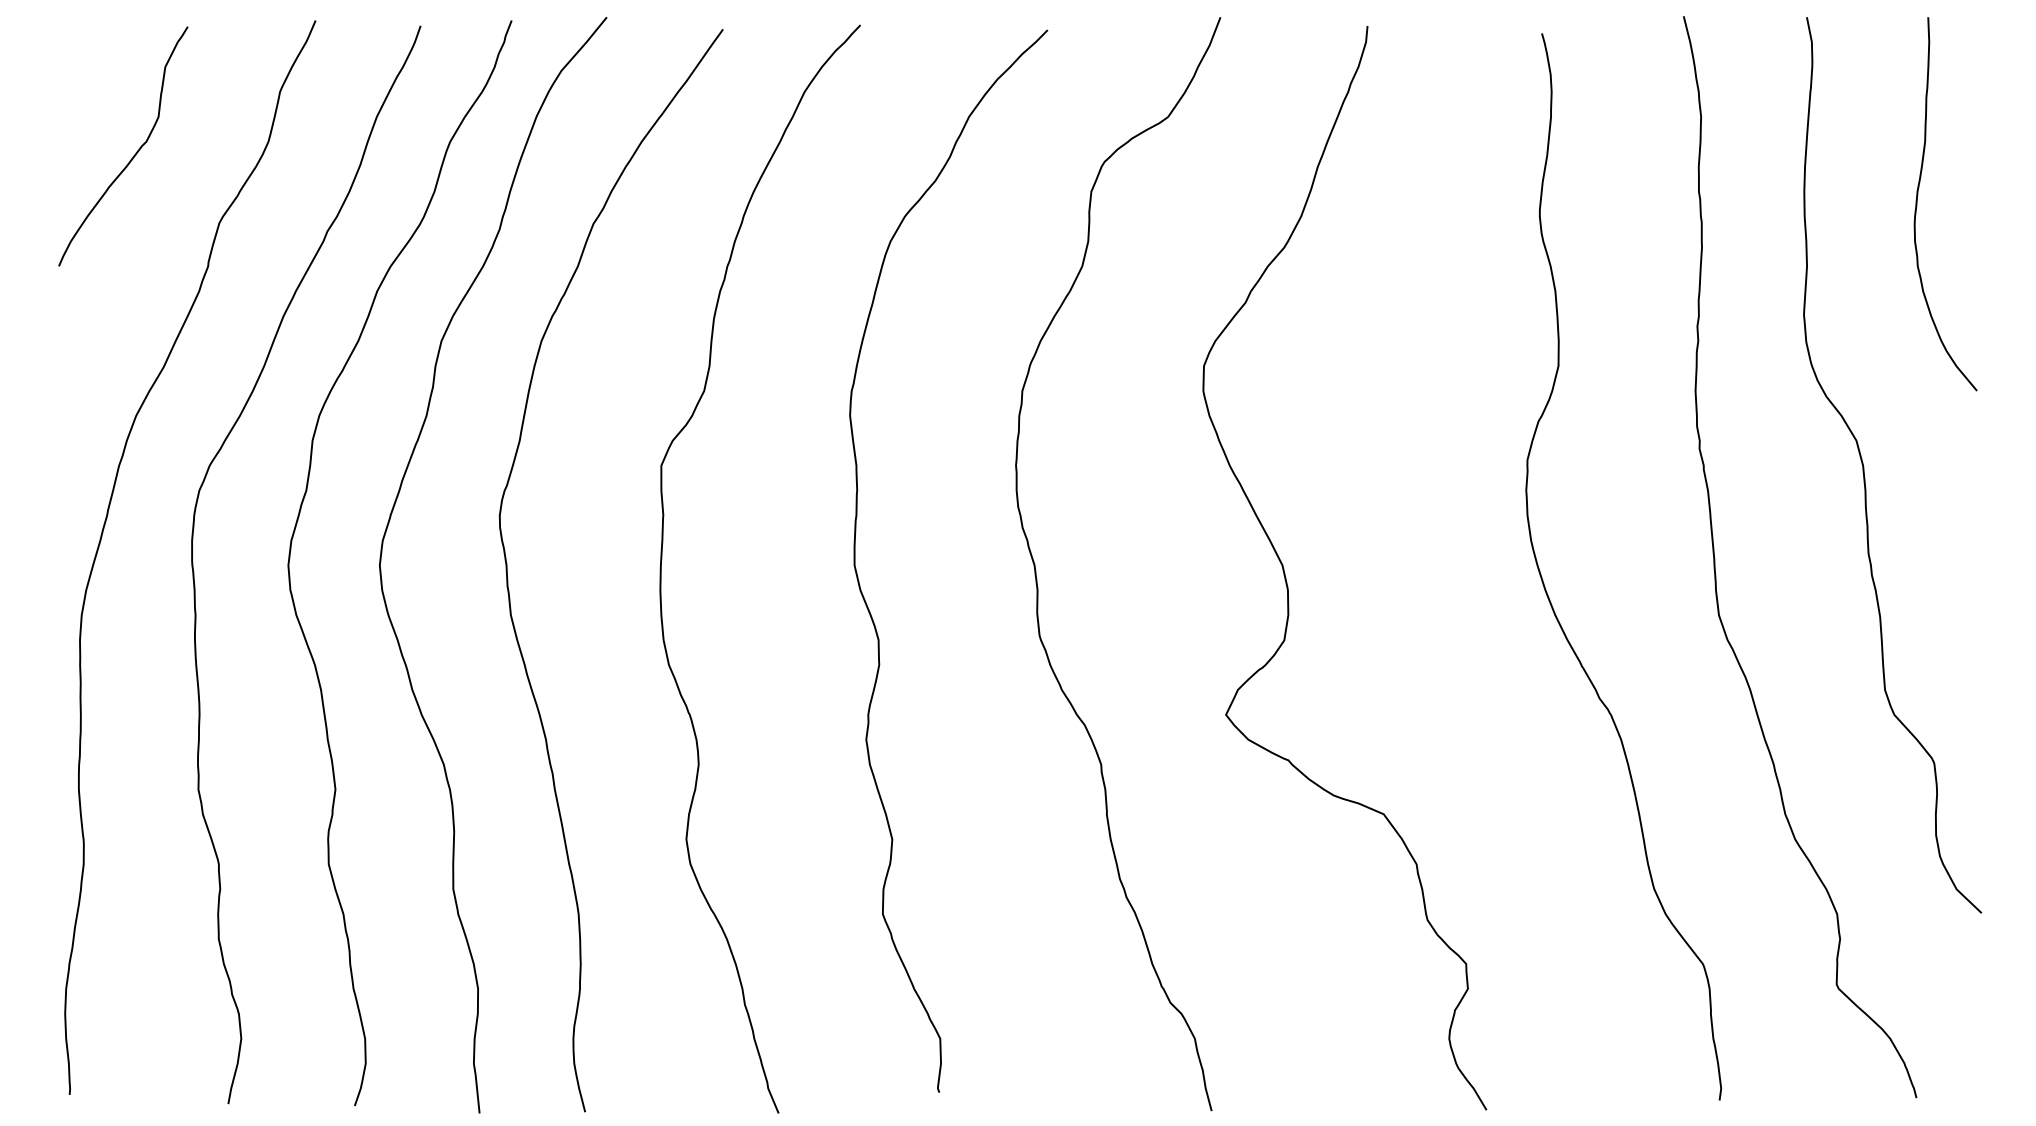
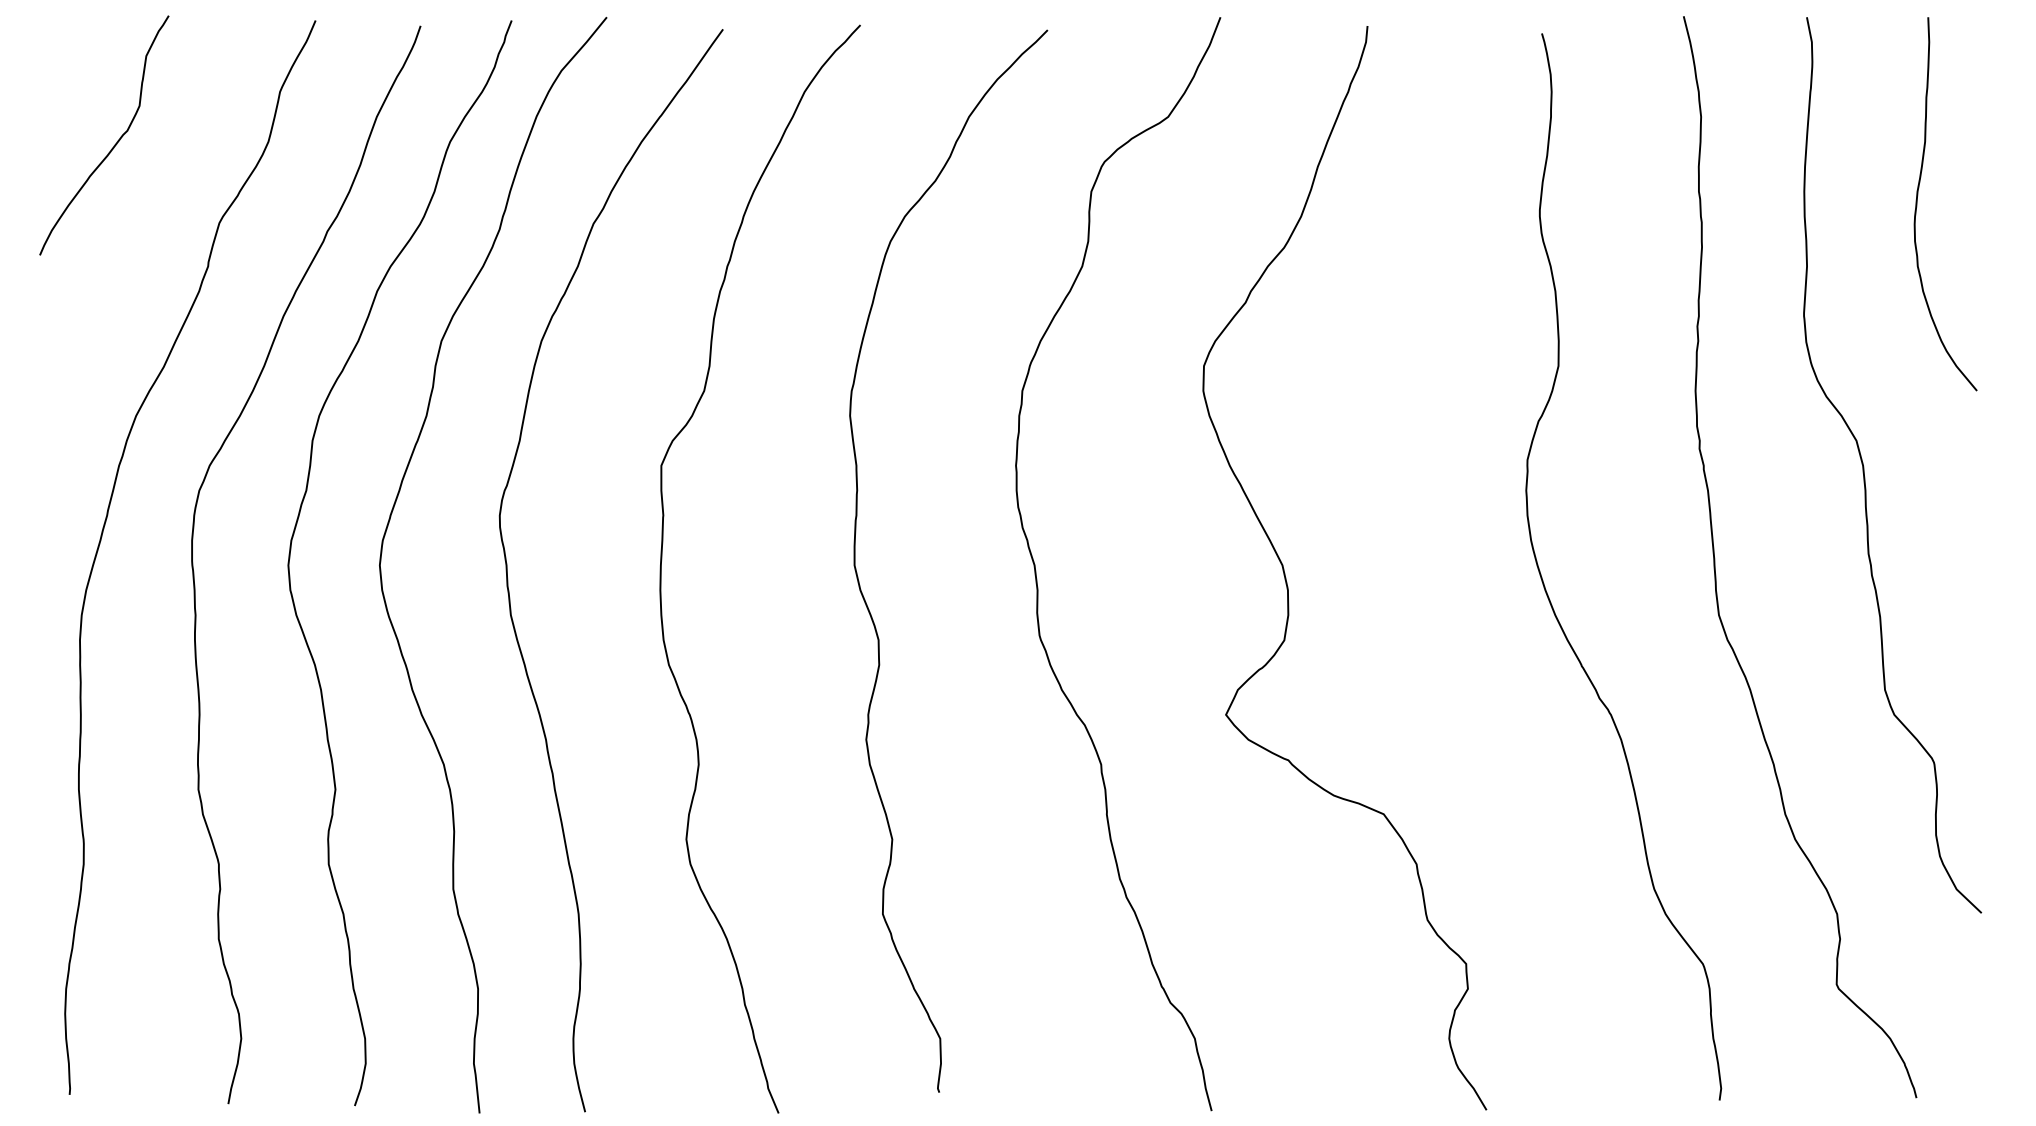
curve at (133, 155) position: (133, 155) -> (114, 144)
